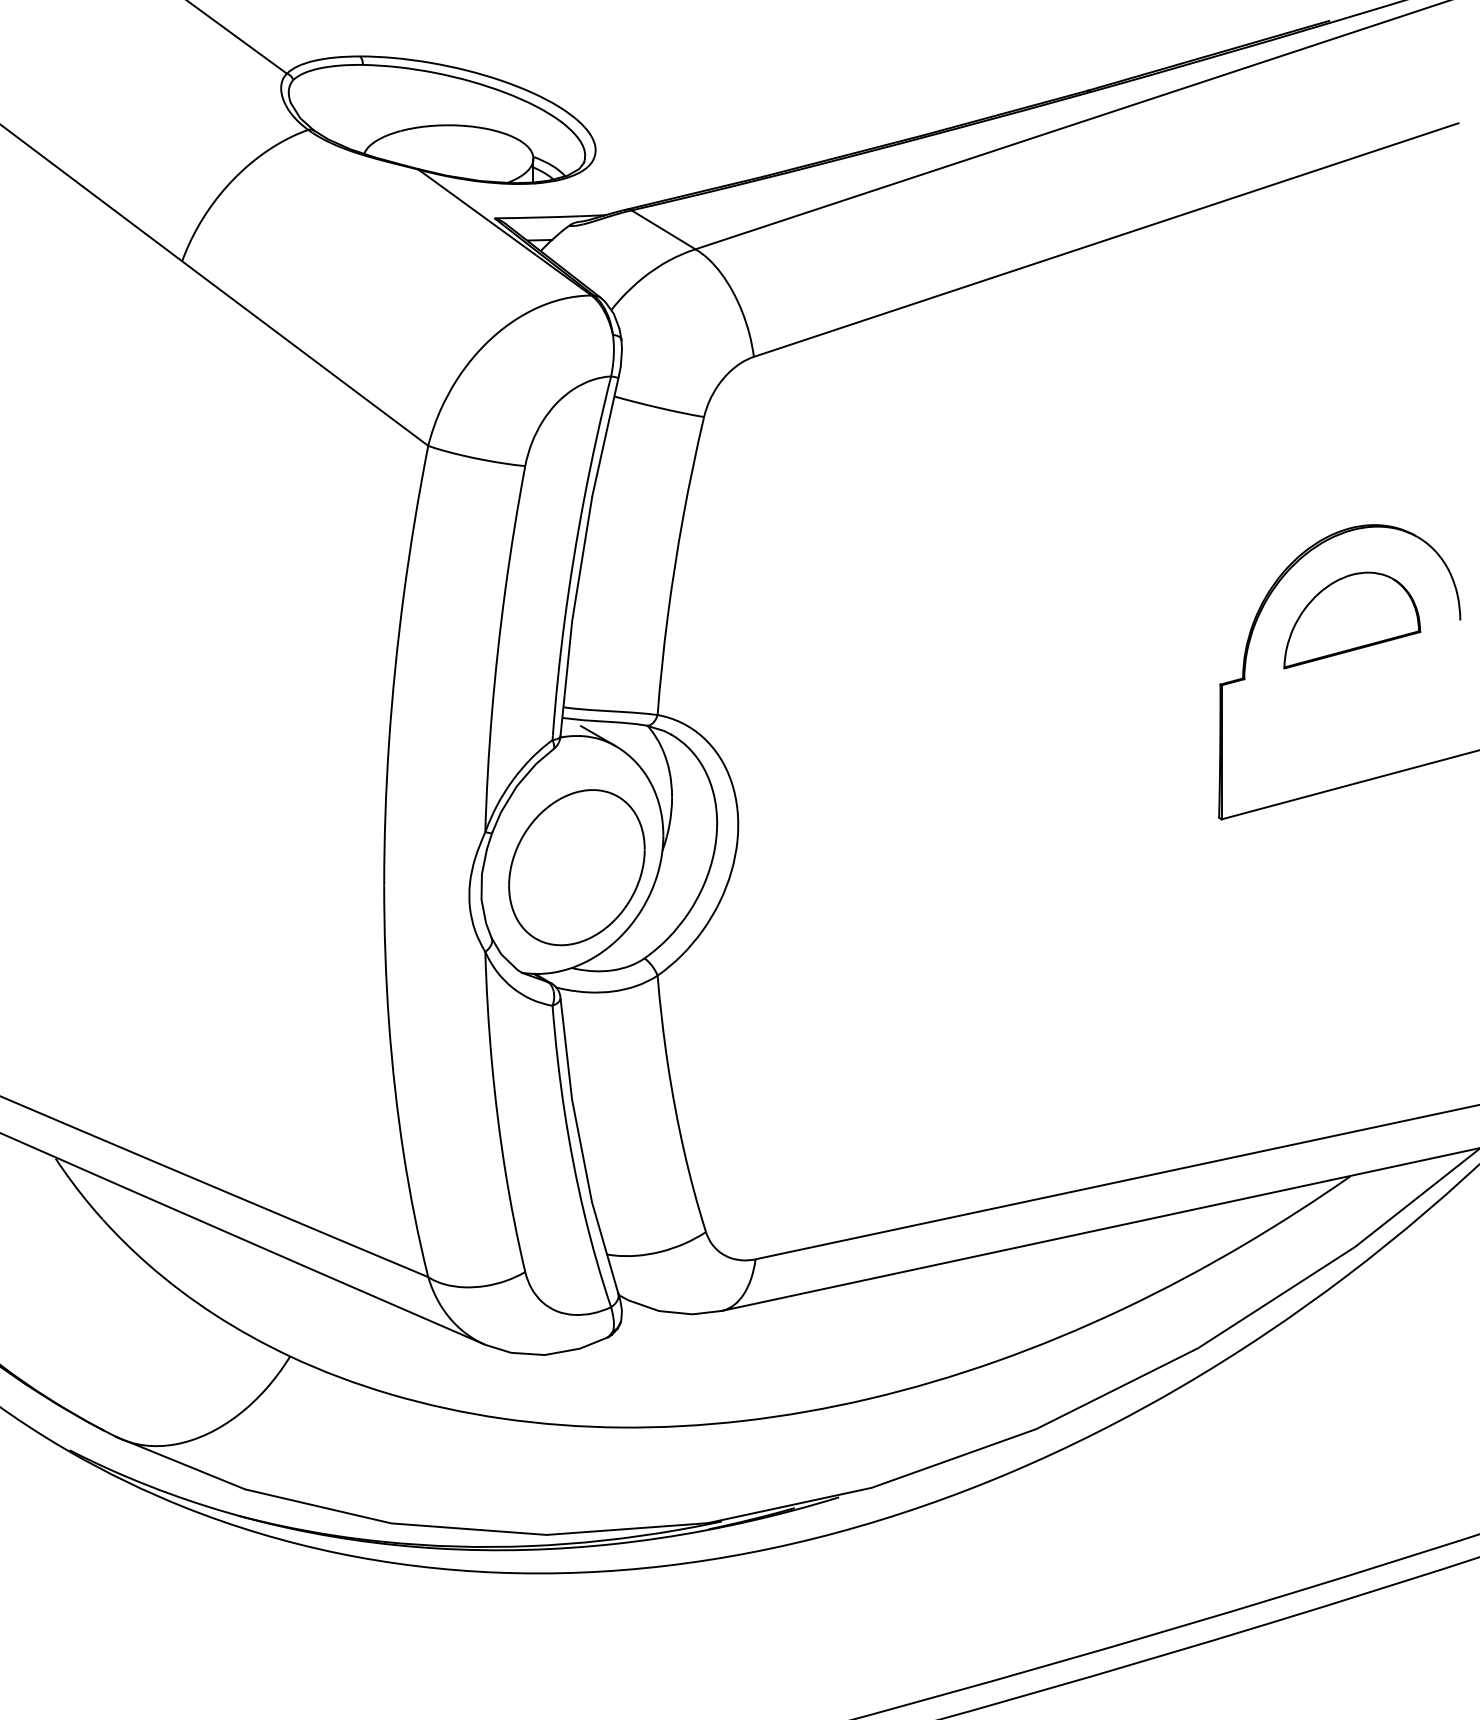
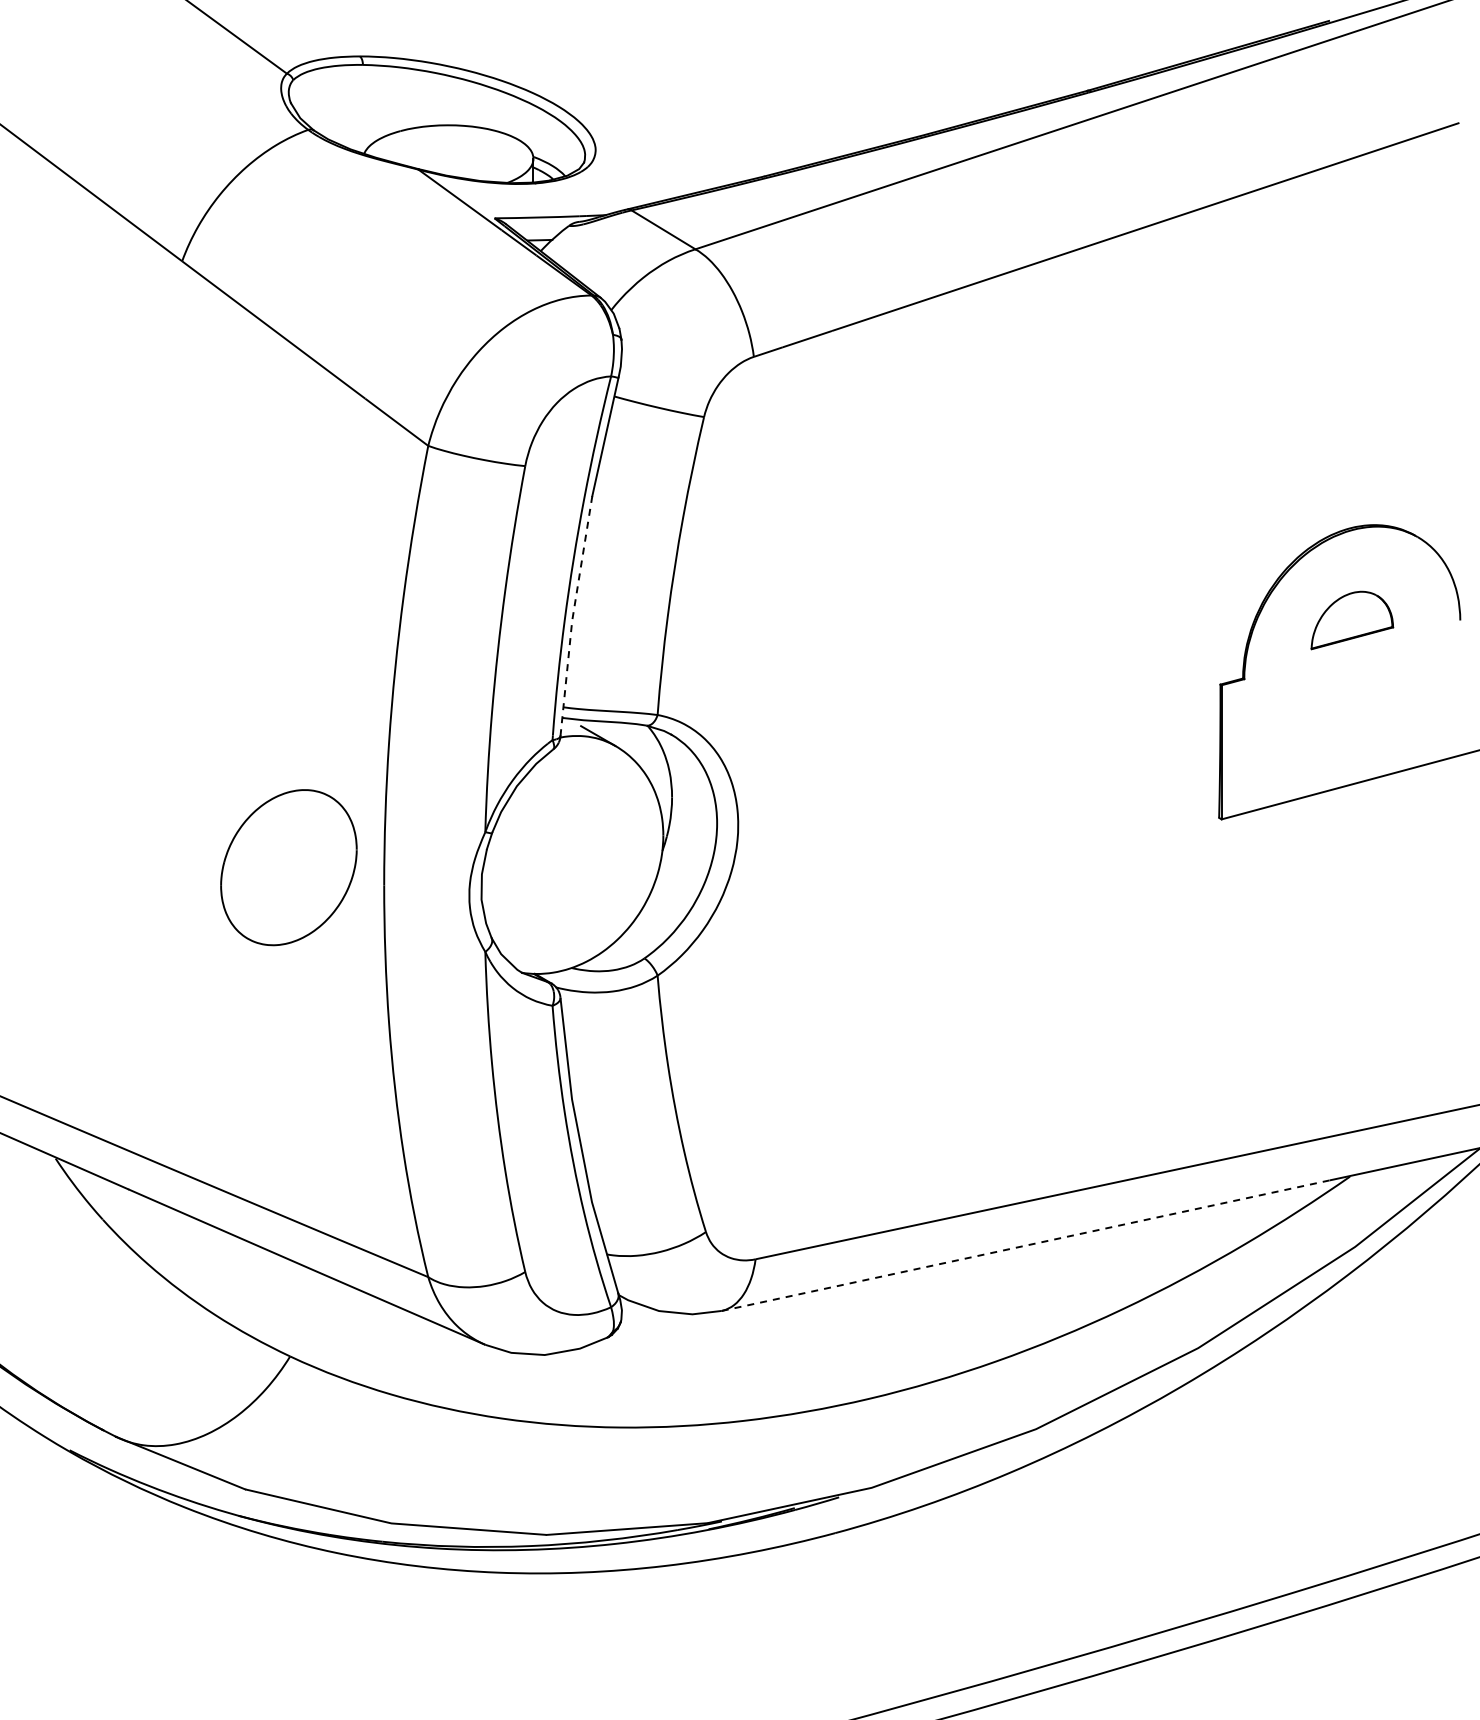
line at (572, 616): solid -> dashed
part at (1352, 620) size: 139x99 px -> 85x61 px
part at (576, 867) position: (576, 867) -> (288, 867)
line at (1025, 1245): solid -> dashed
